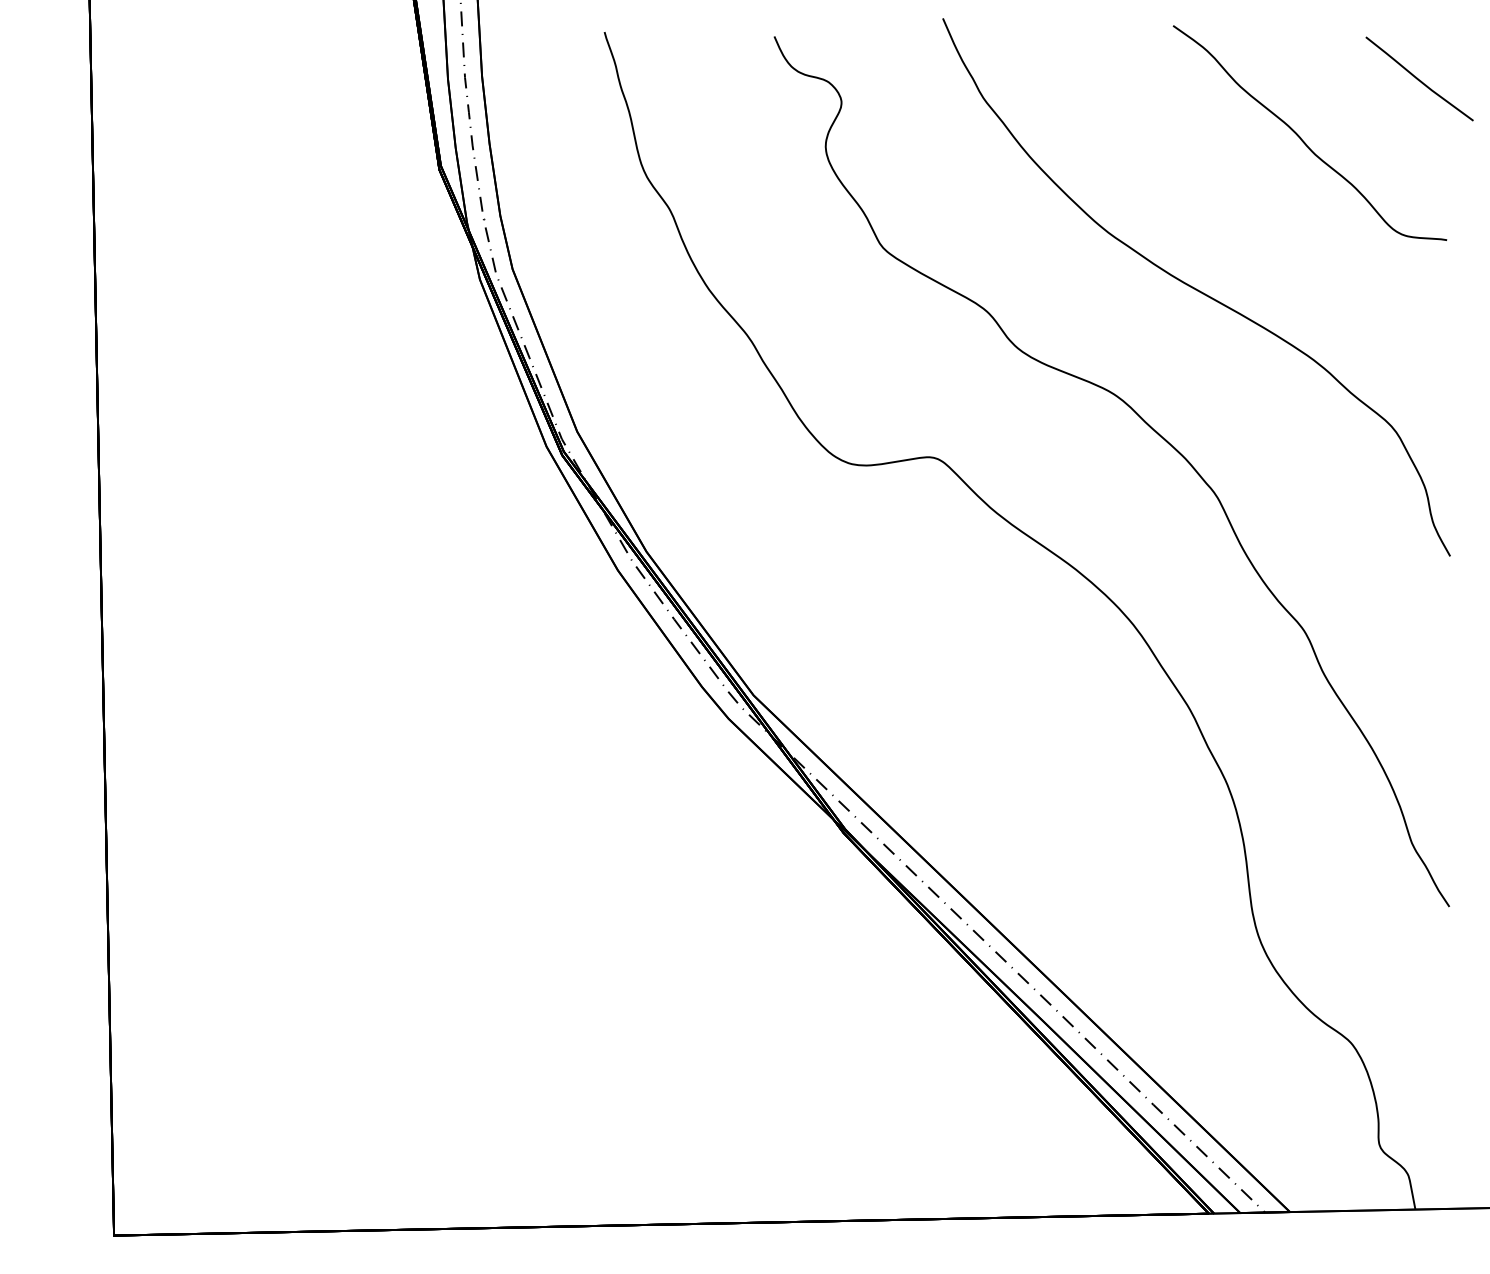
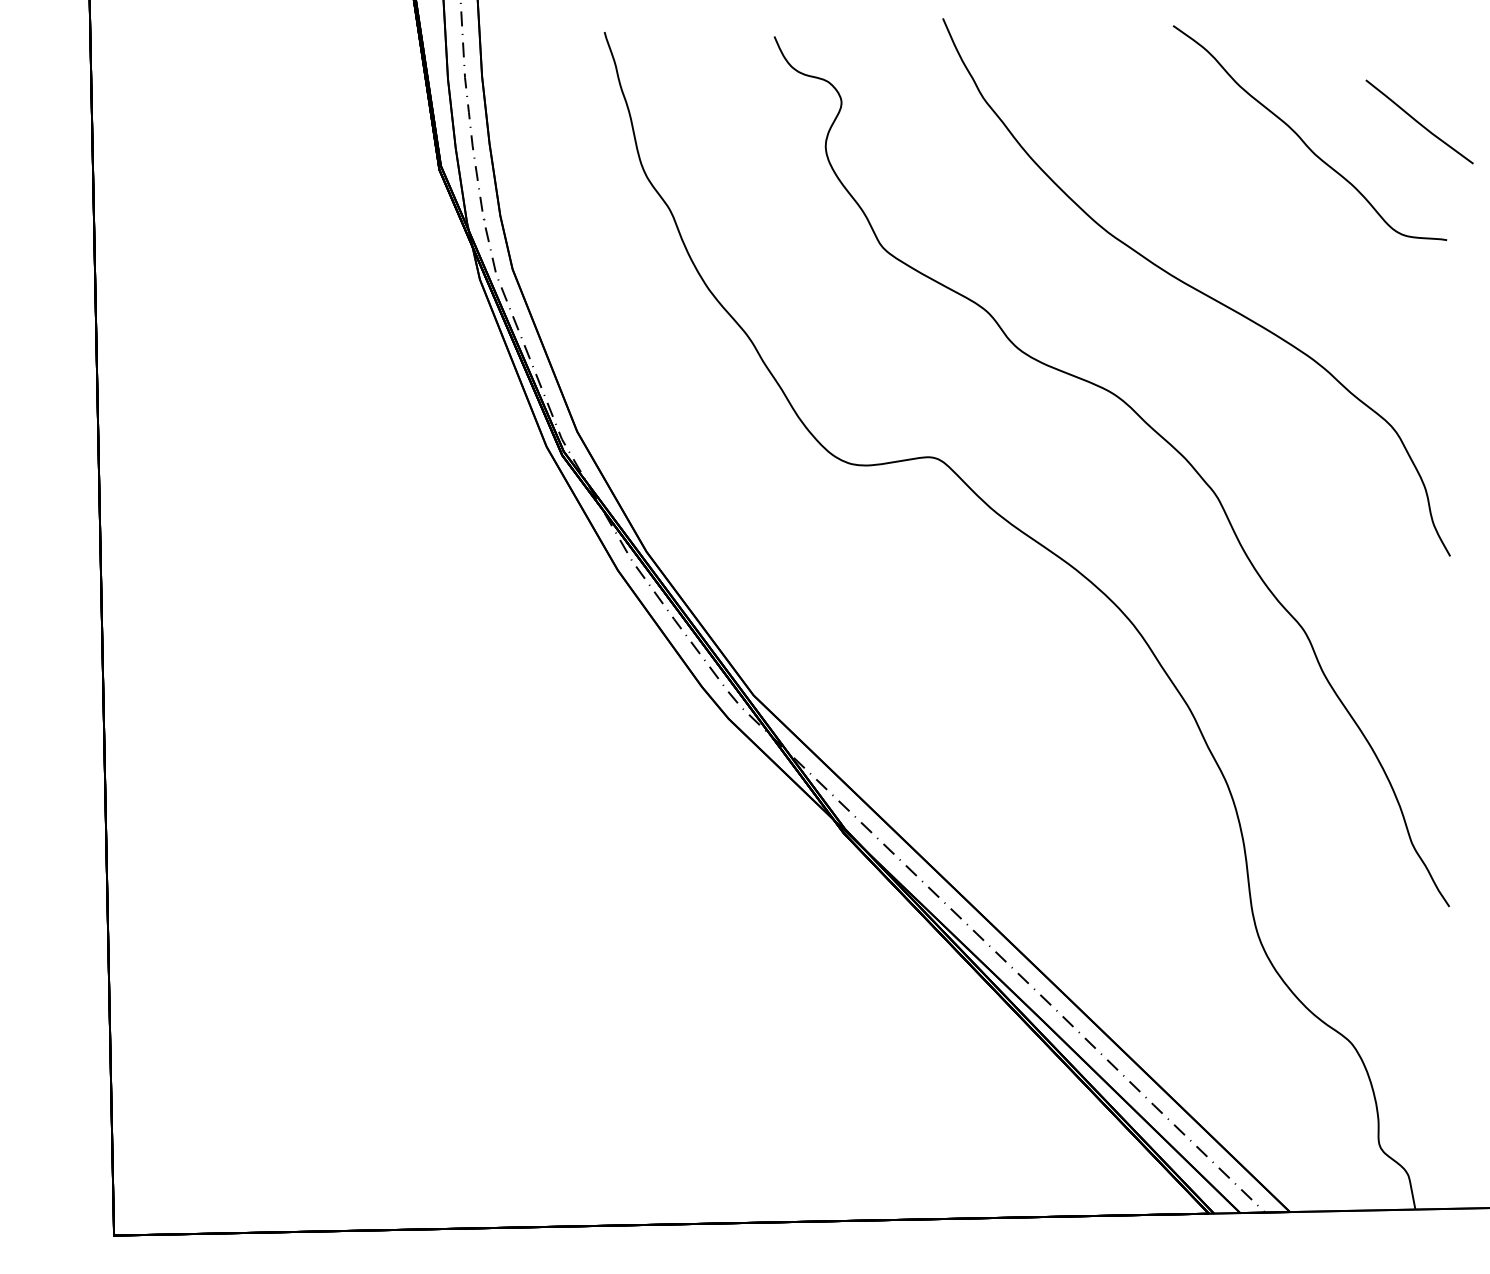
curve at (1418, 78) position: (1418, 78) -> (1418, 121)
